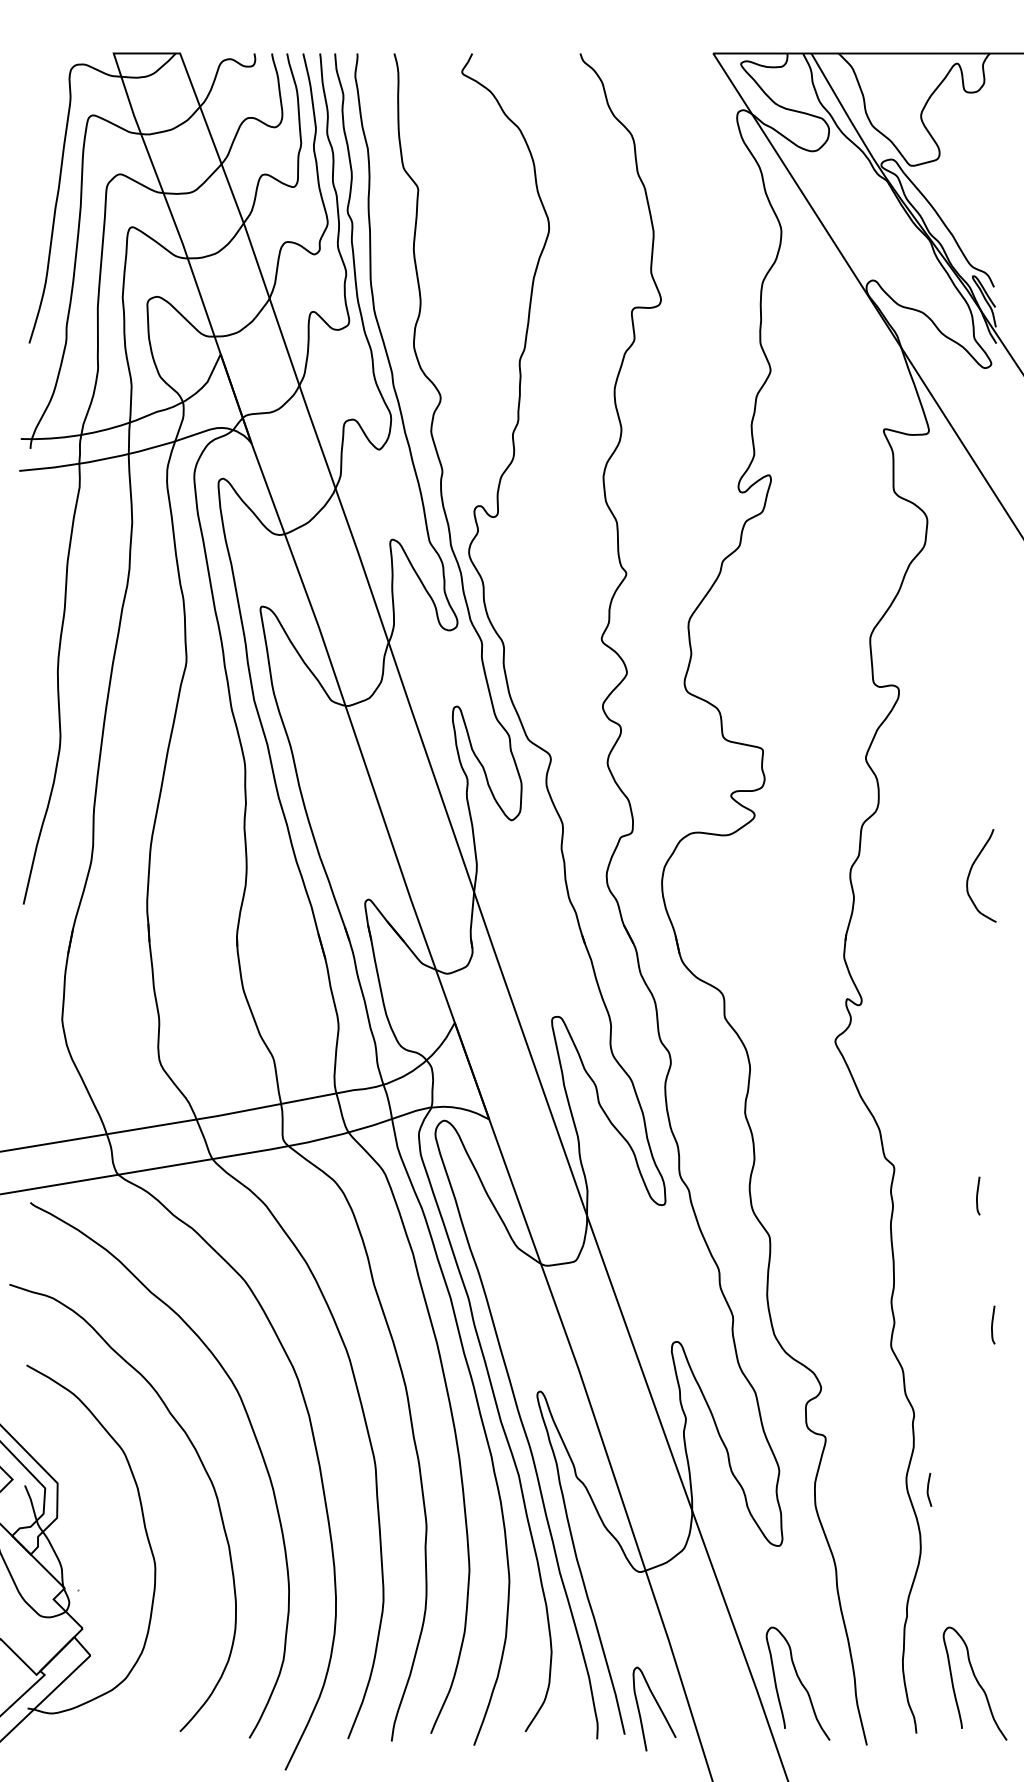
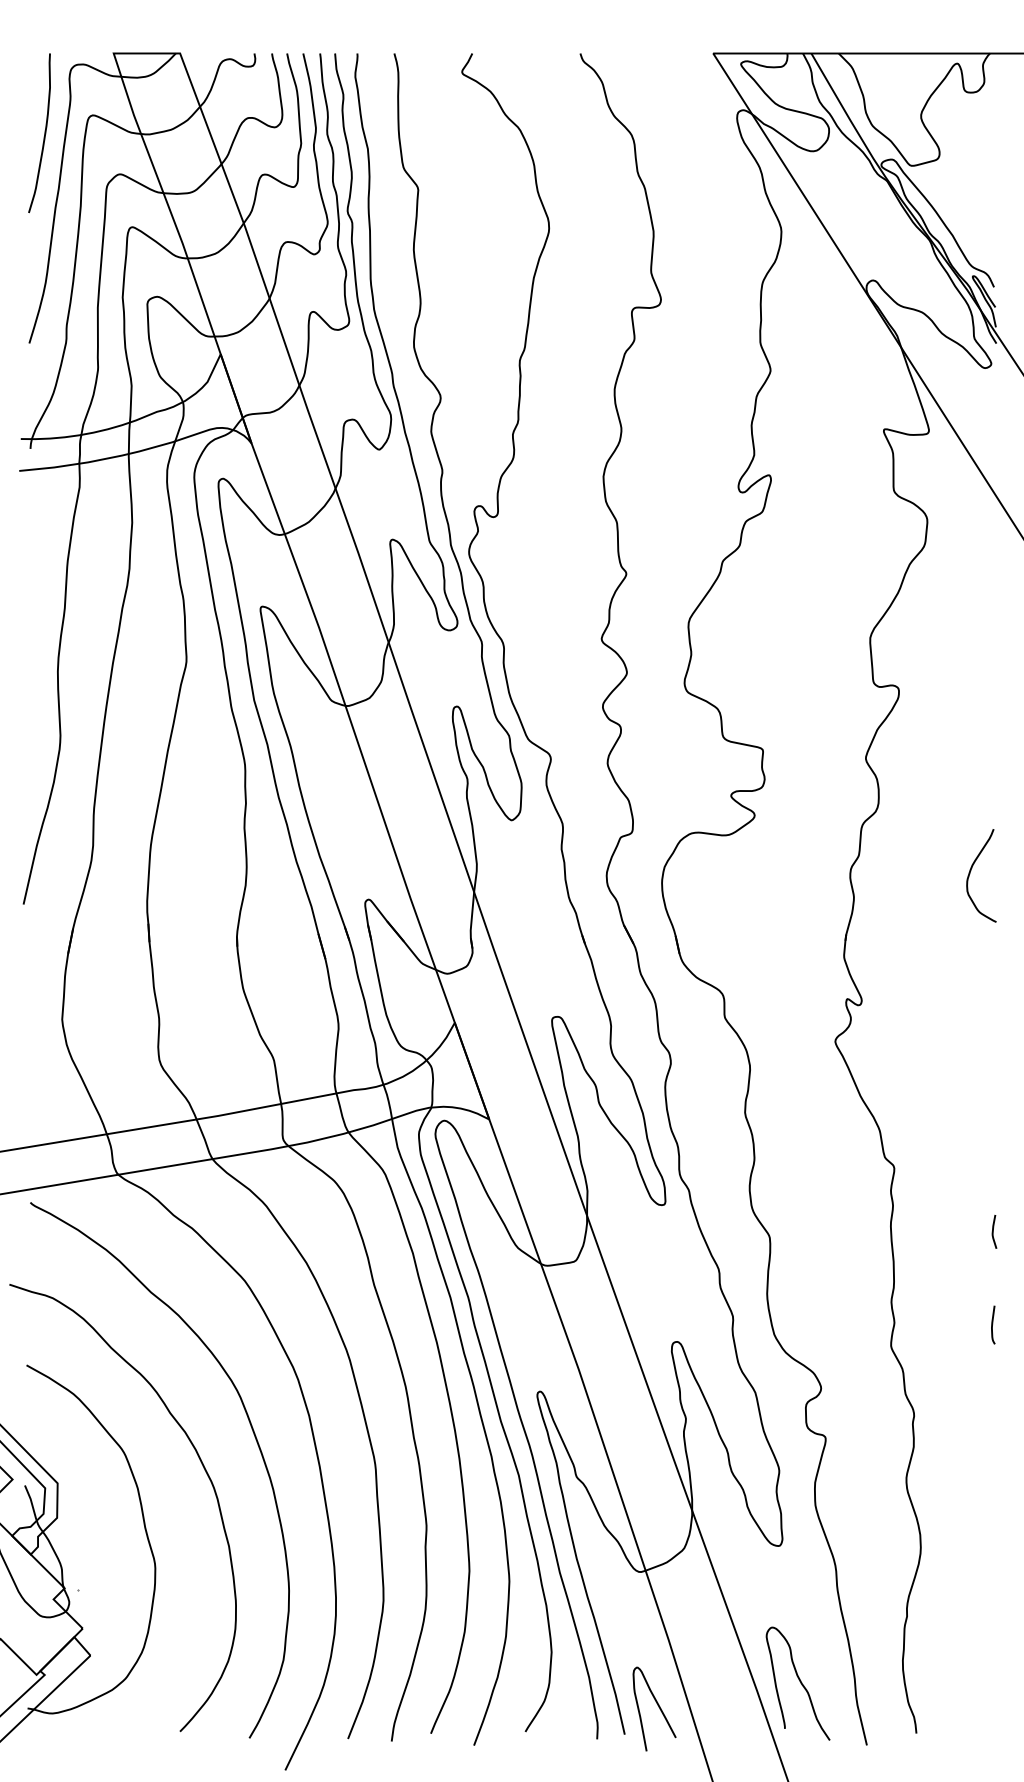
curve at (44, 133): none -> present
curve at (978, 1195): present -> none
curve at (928, 1489) position: (928, 1489) -> (993, 1231)
curve at (976, 1681): present -> none
